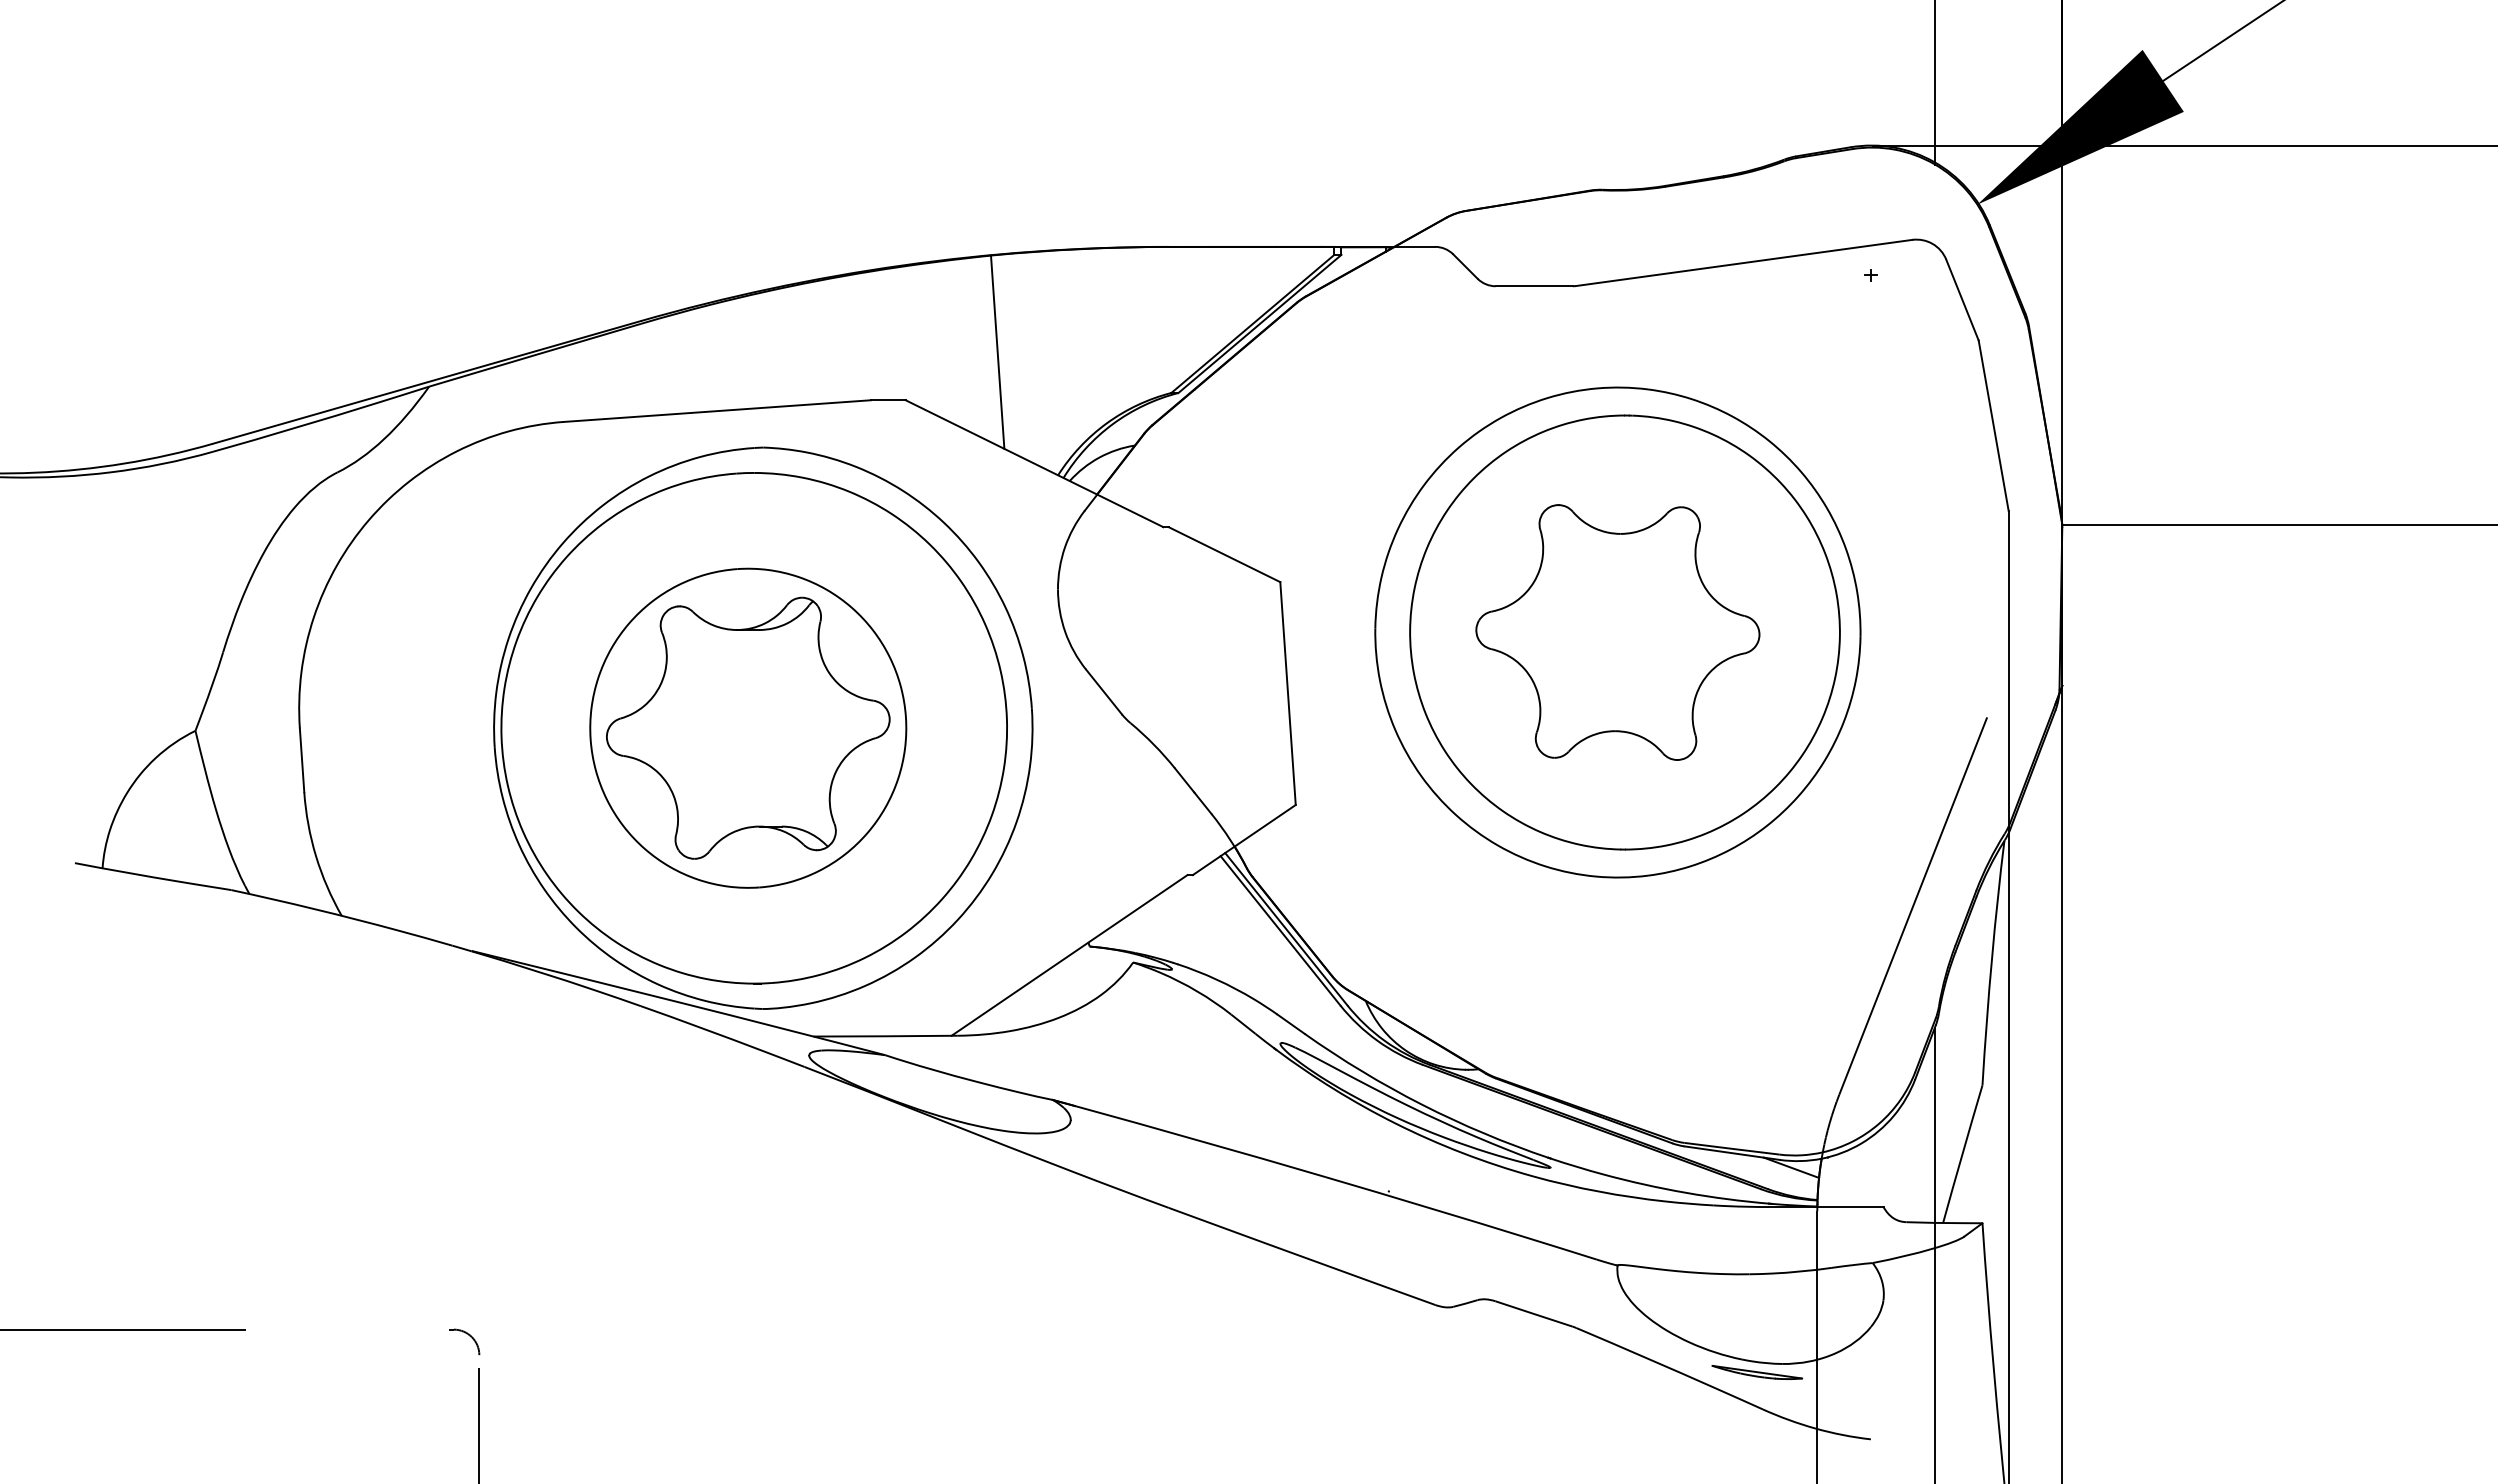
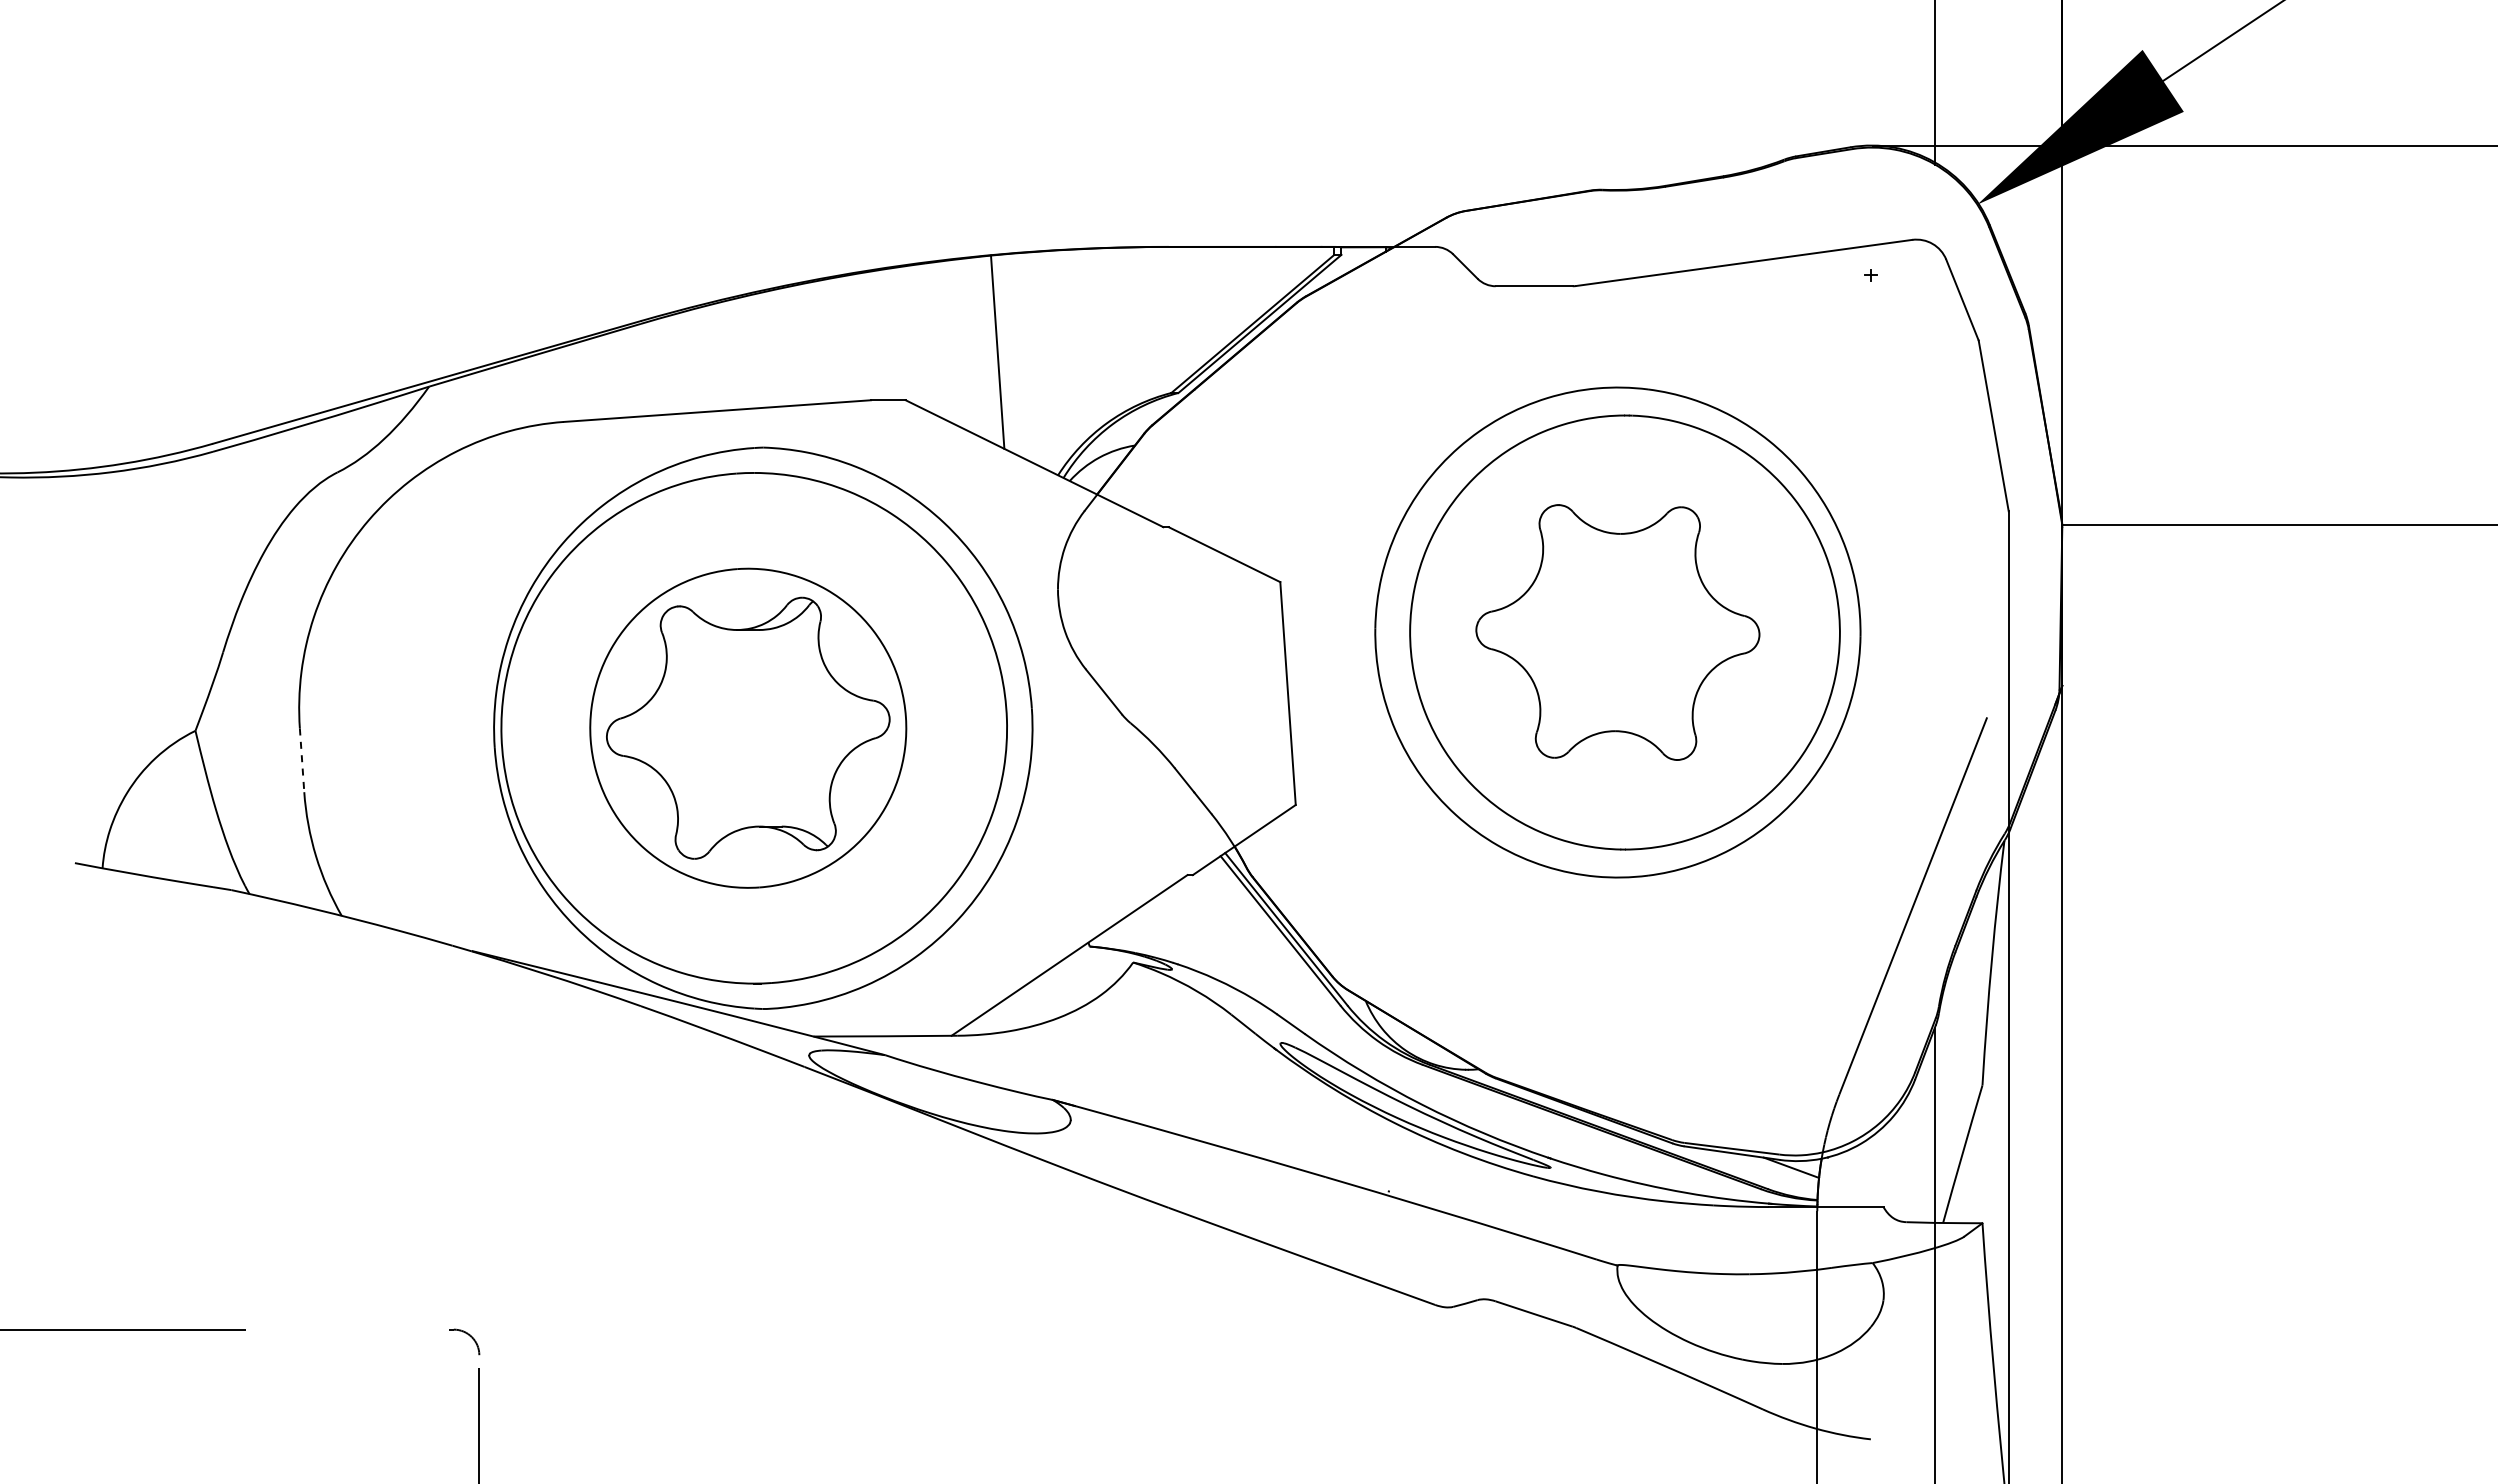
line at (302, 760): solid -> dashed
part at (1756, 1372): present -> none
